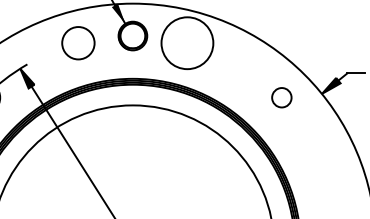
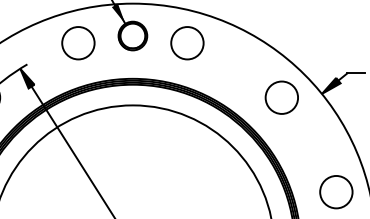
circle at (187, 43) diameter: 52 px -> 32 px
circle at (281, 97) diameter: 19 px -> 32 px
circle at (336, 192): none -> present
